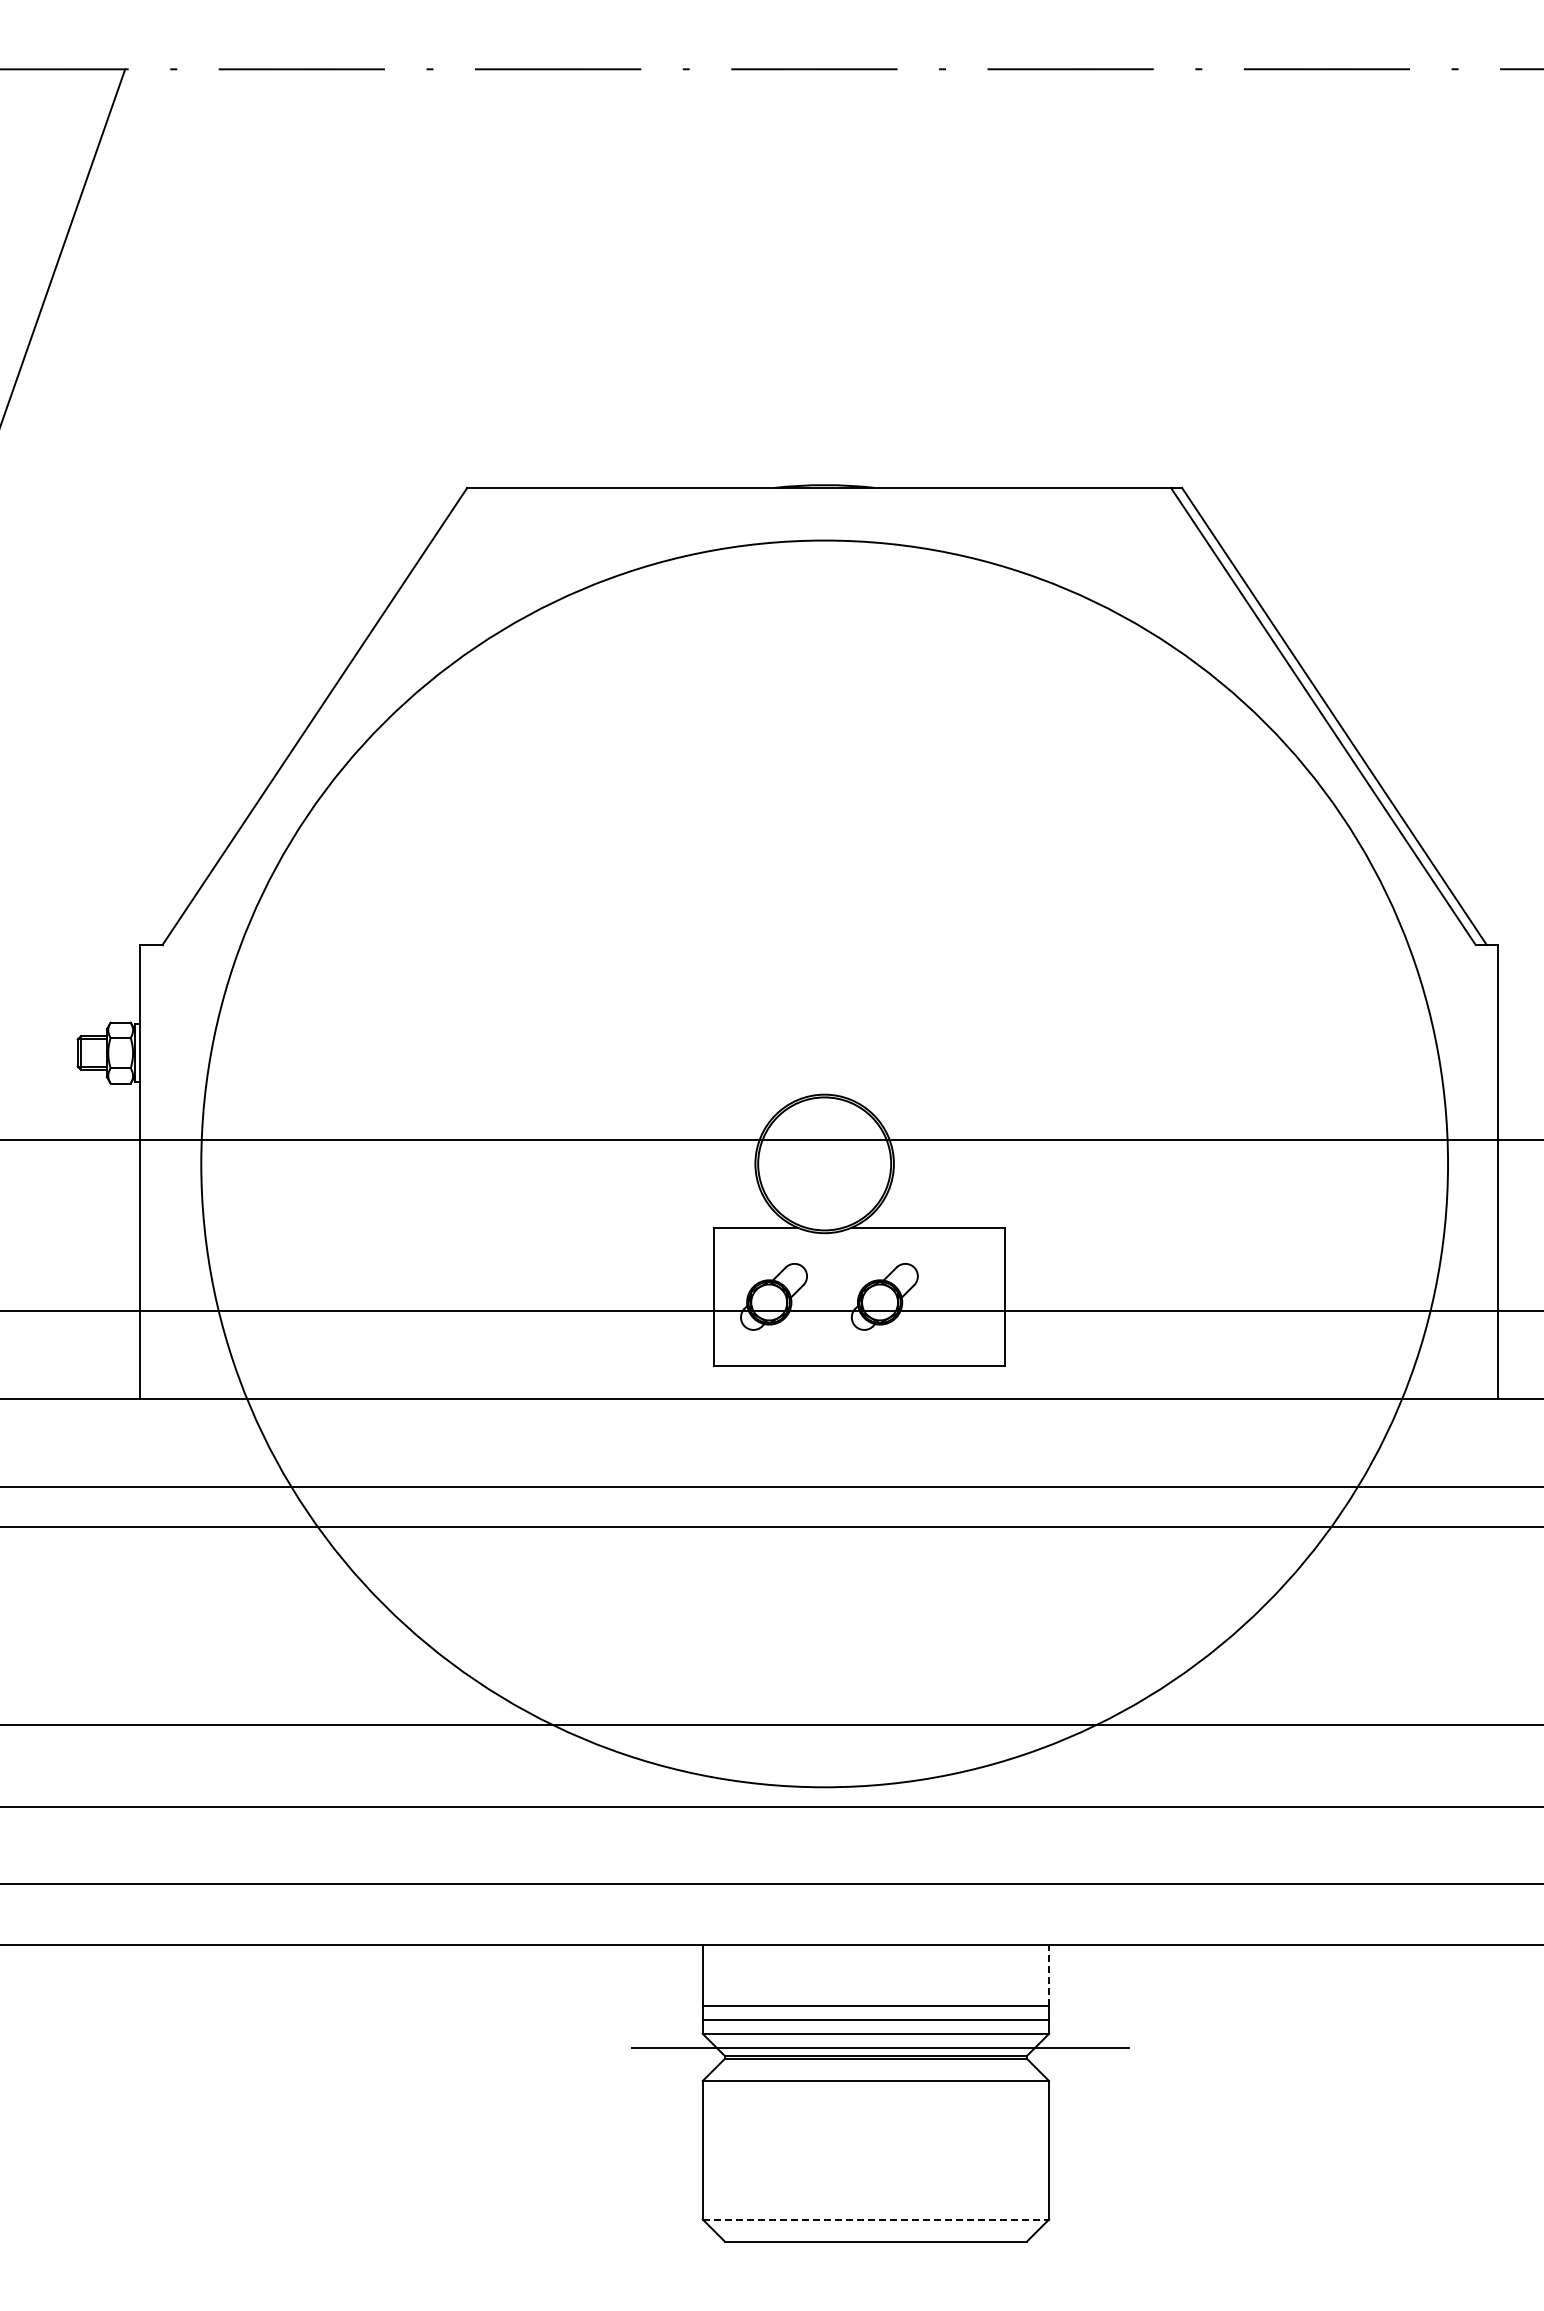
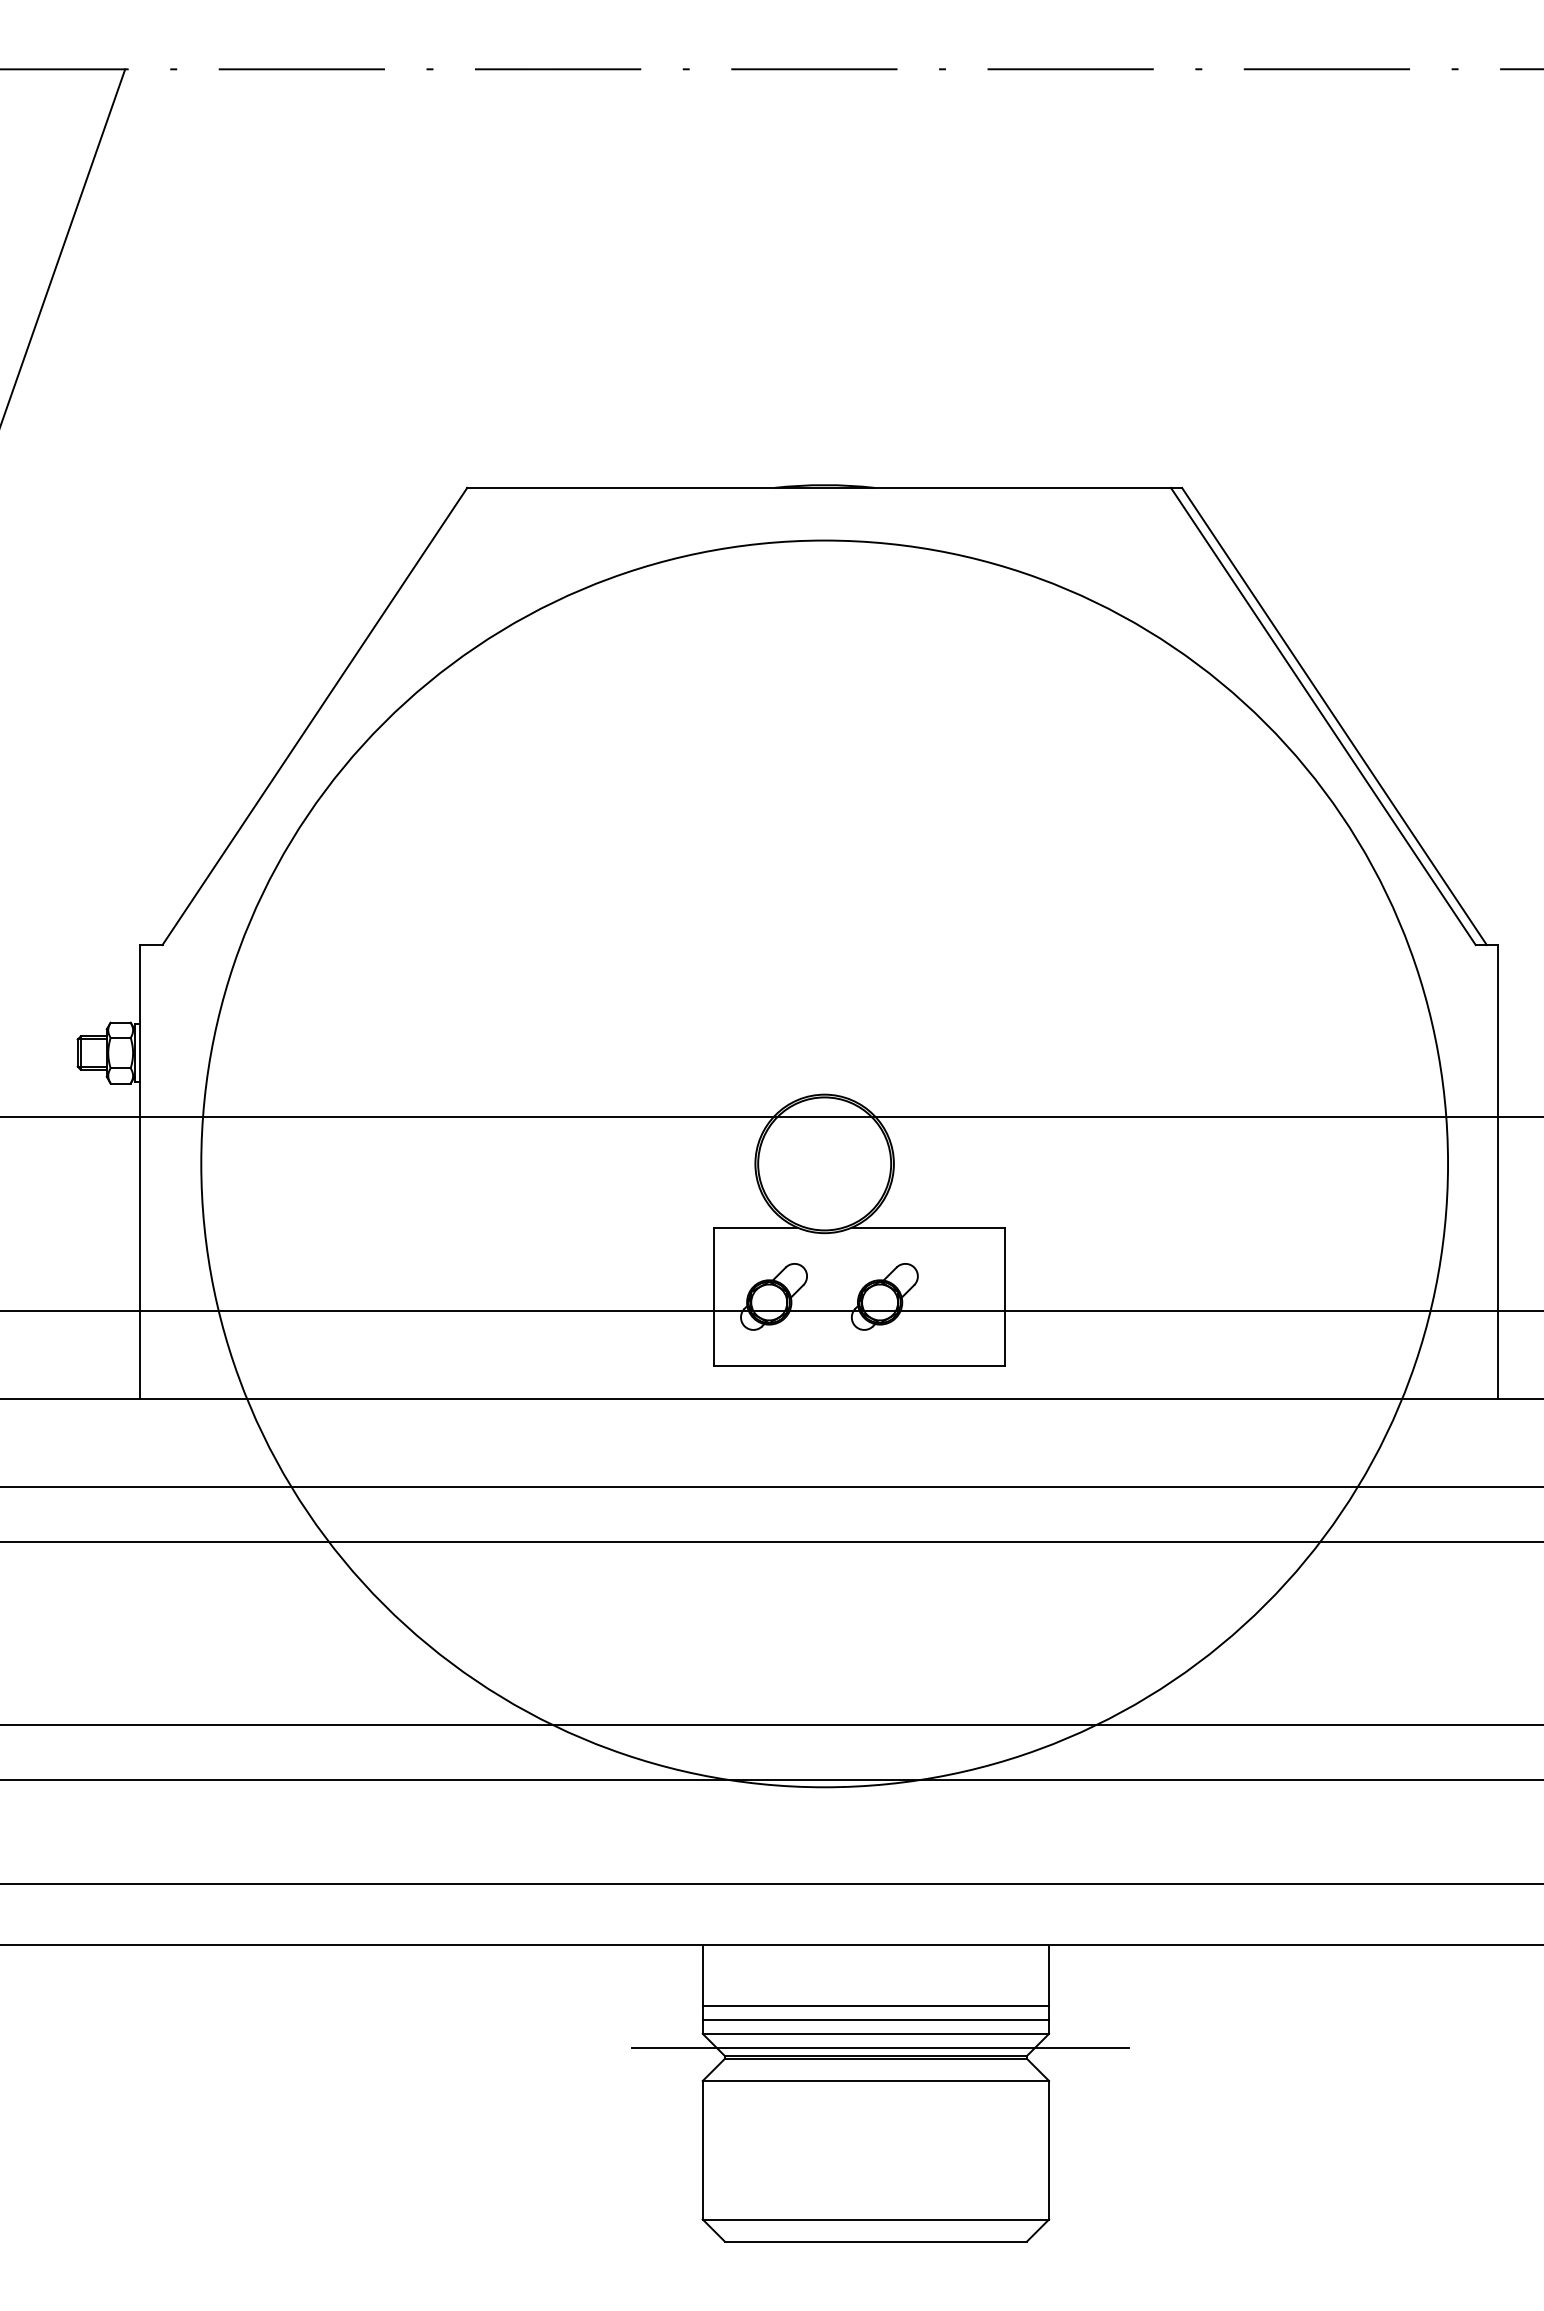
line at (771, 1139) position: (771, 1139) -> (771, 1116)
line at (771, 1527) position: (771, 1527) -> (771, 1542)
line at (771, 1807) position: (771, 1807) -> (771, 1780)
line at (1049, 1975): dashed -> solid
line at (876, 2219): dashed -> solid
